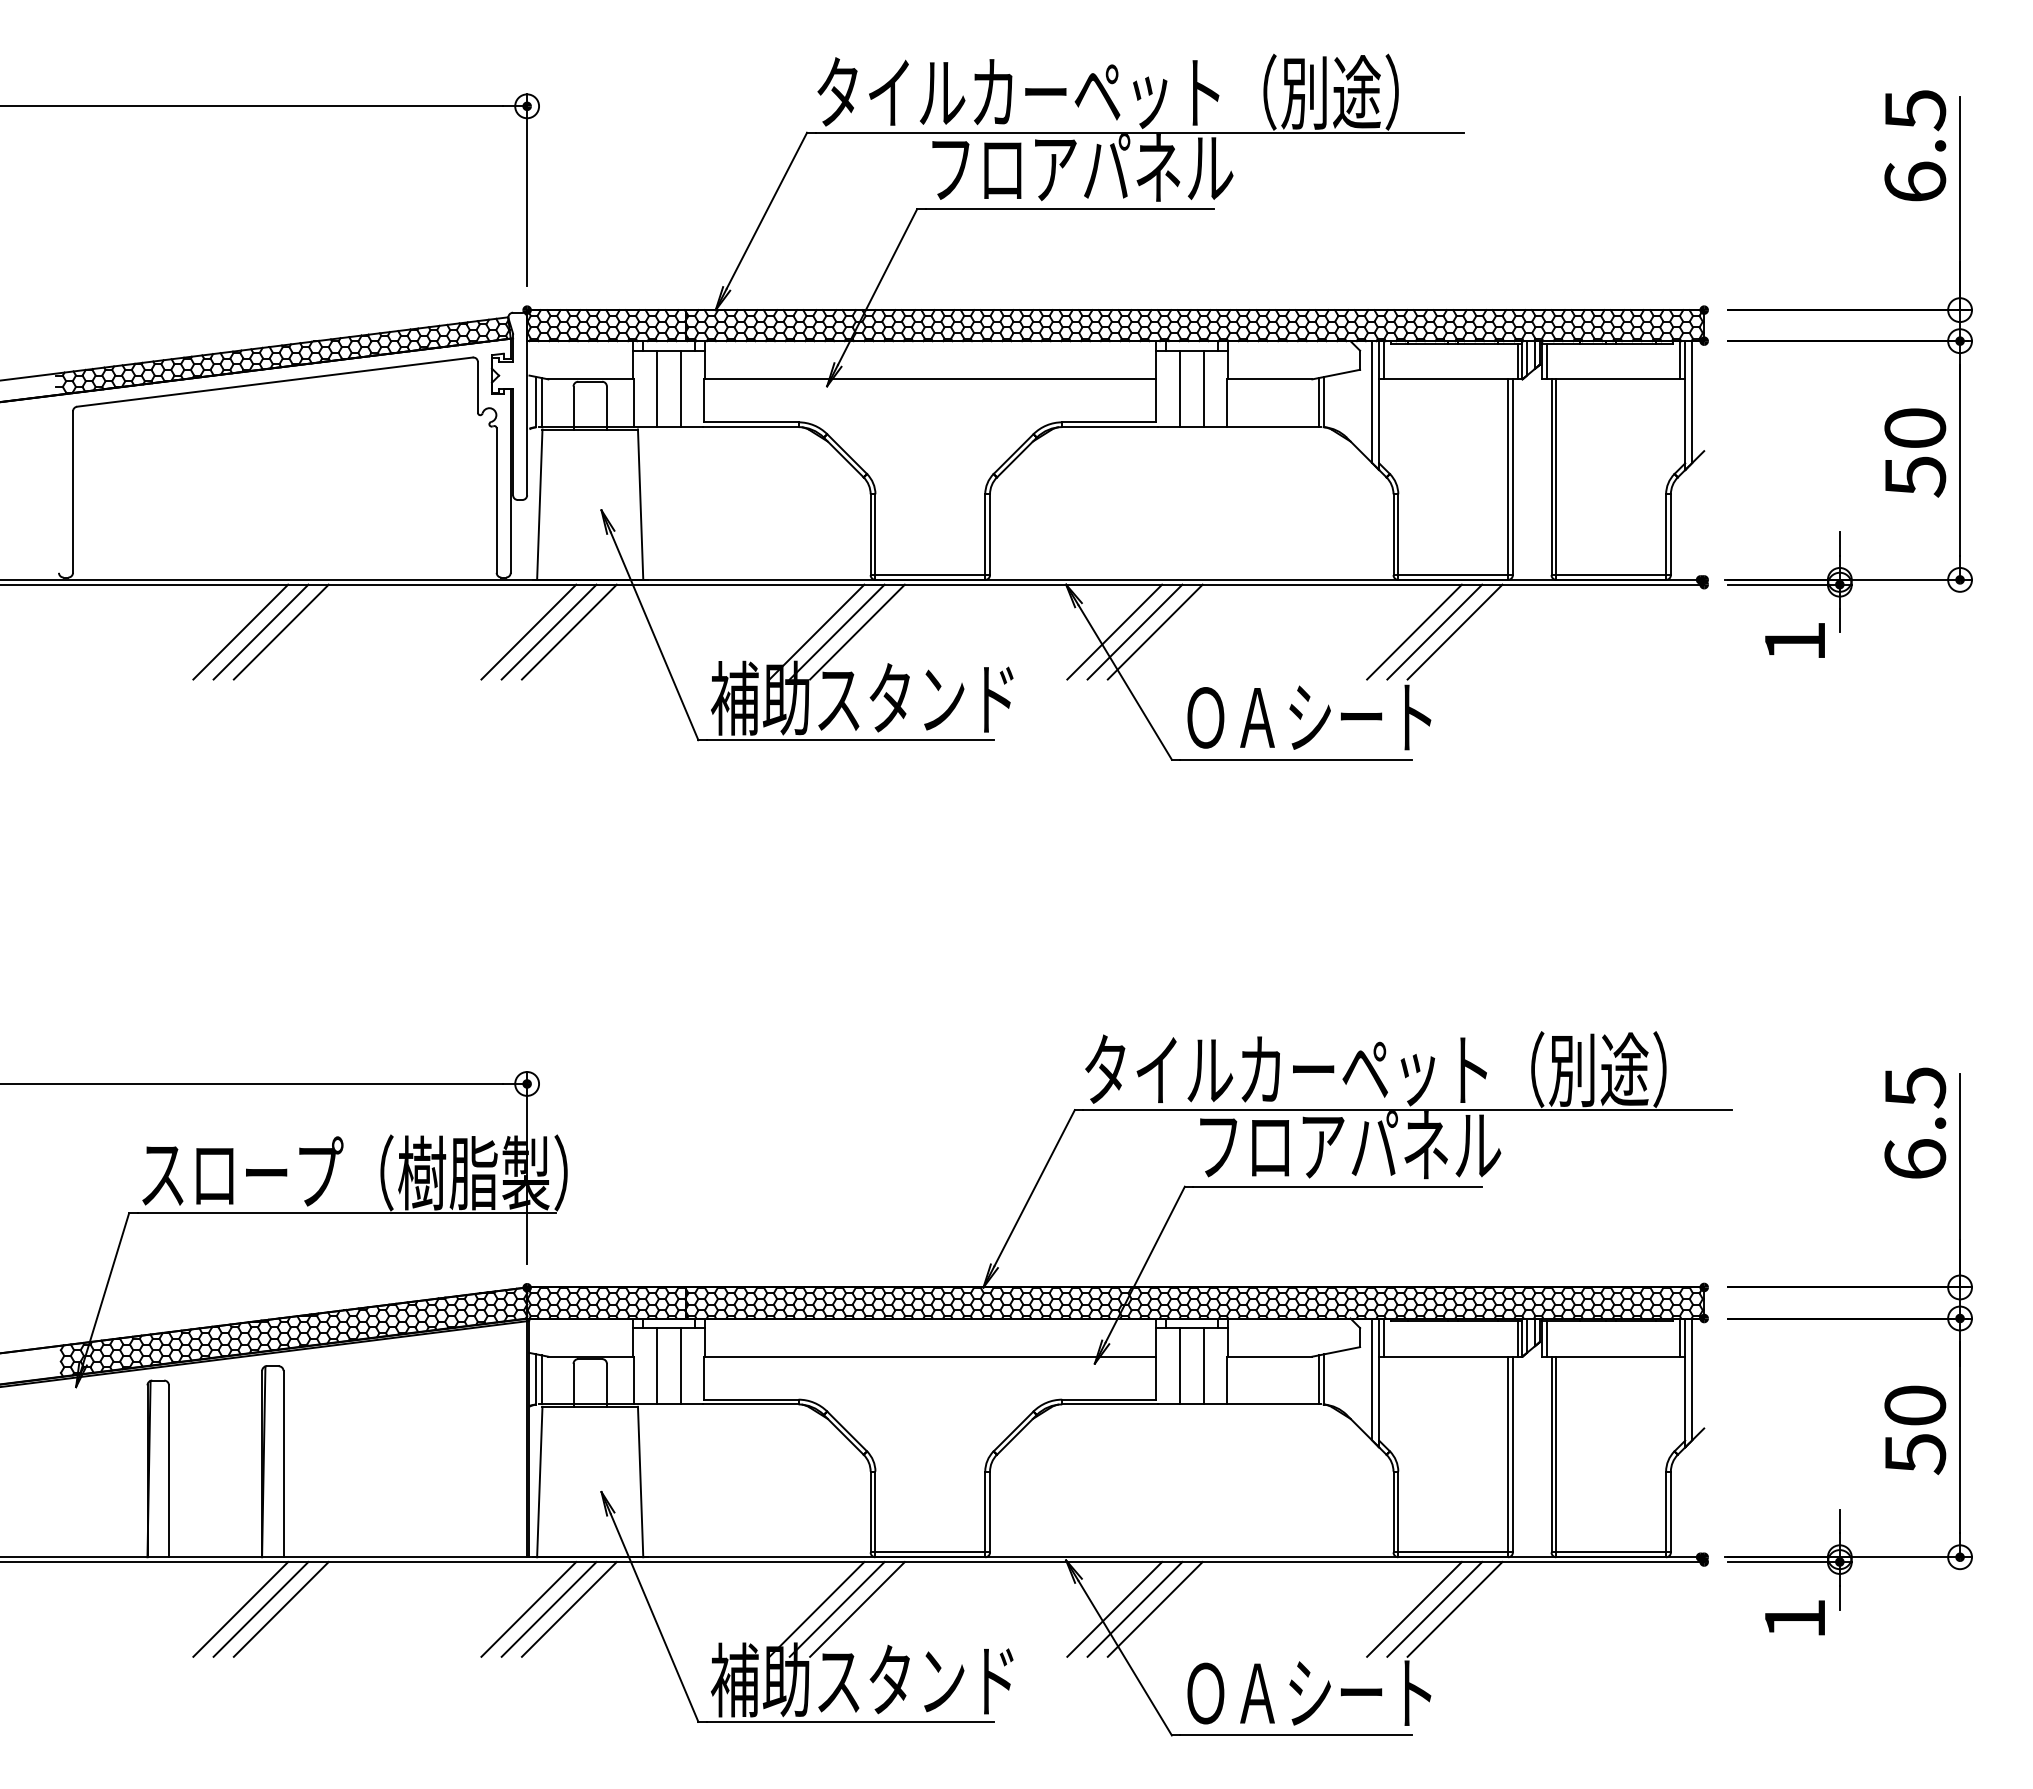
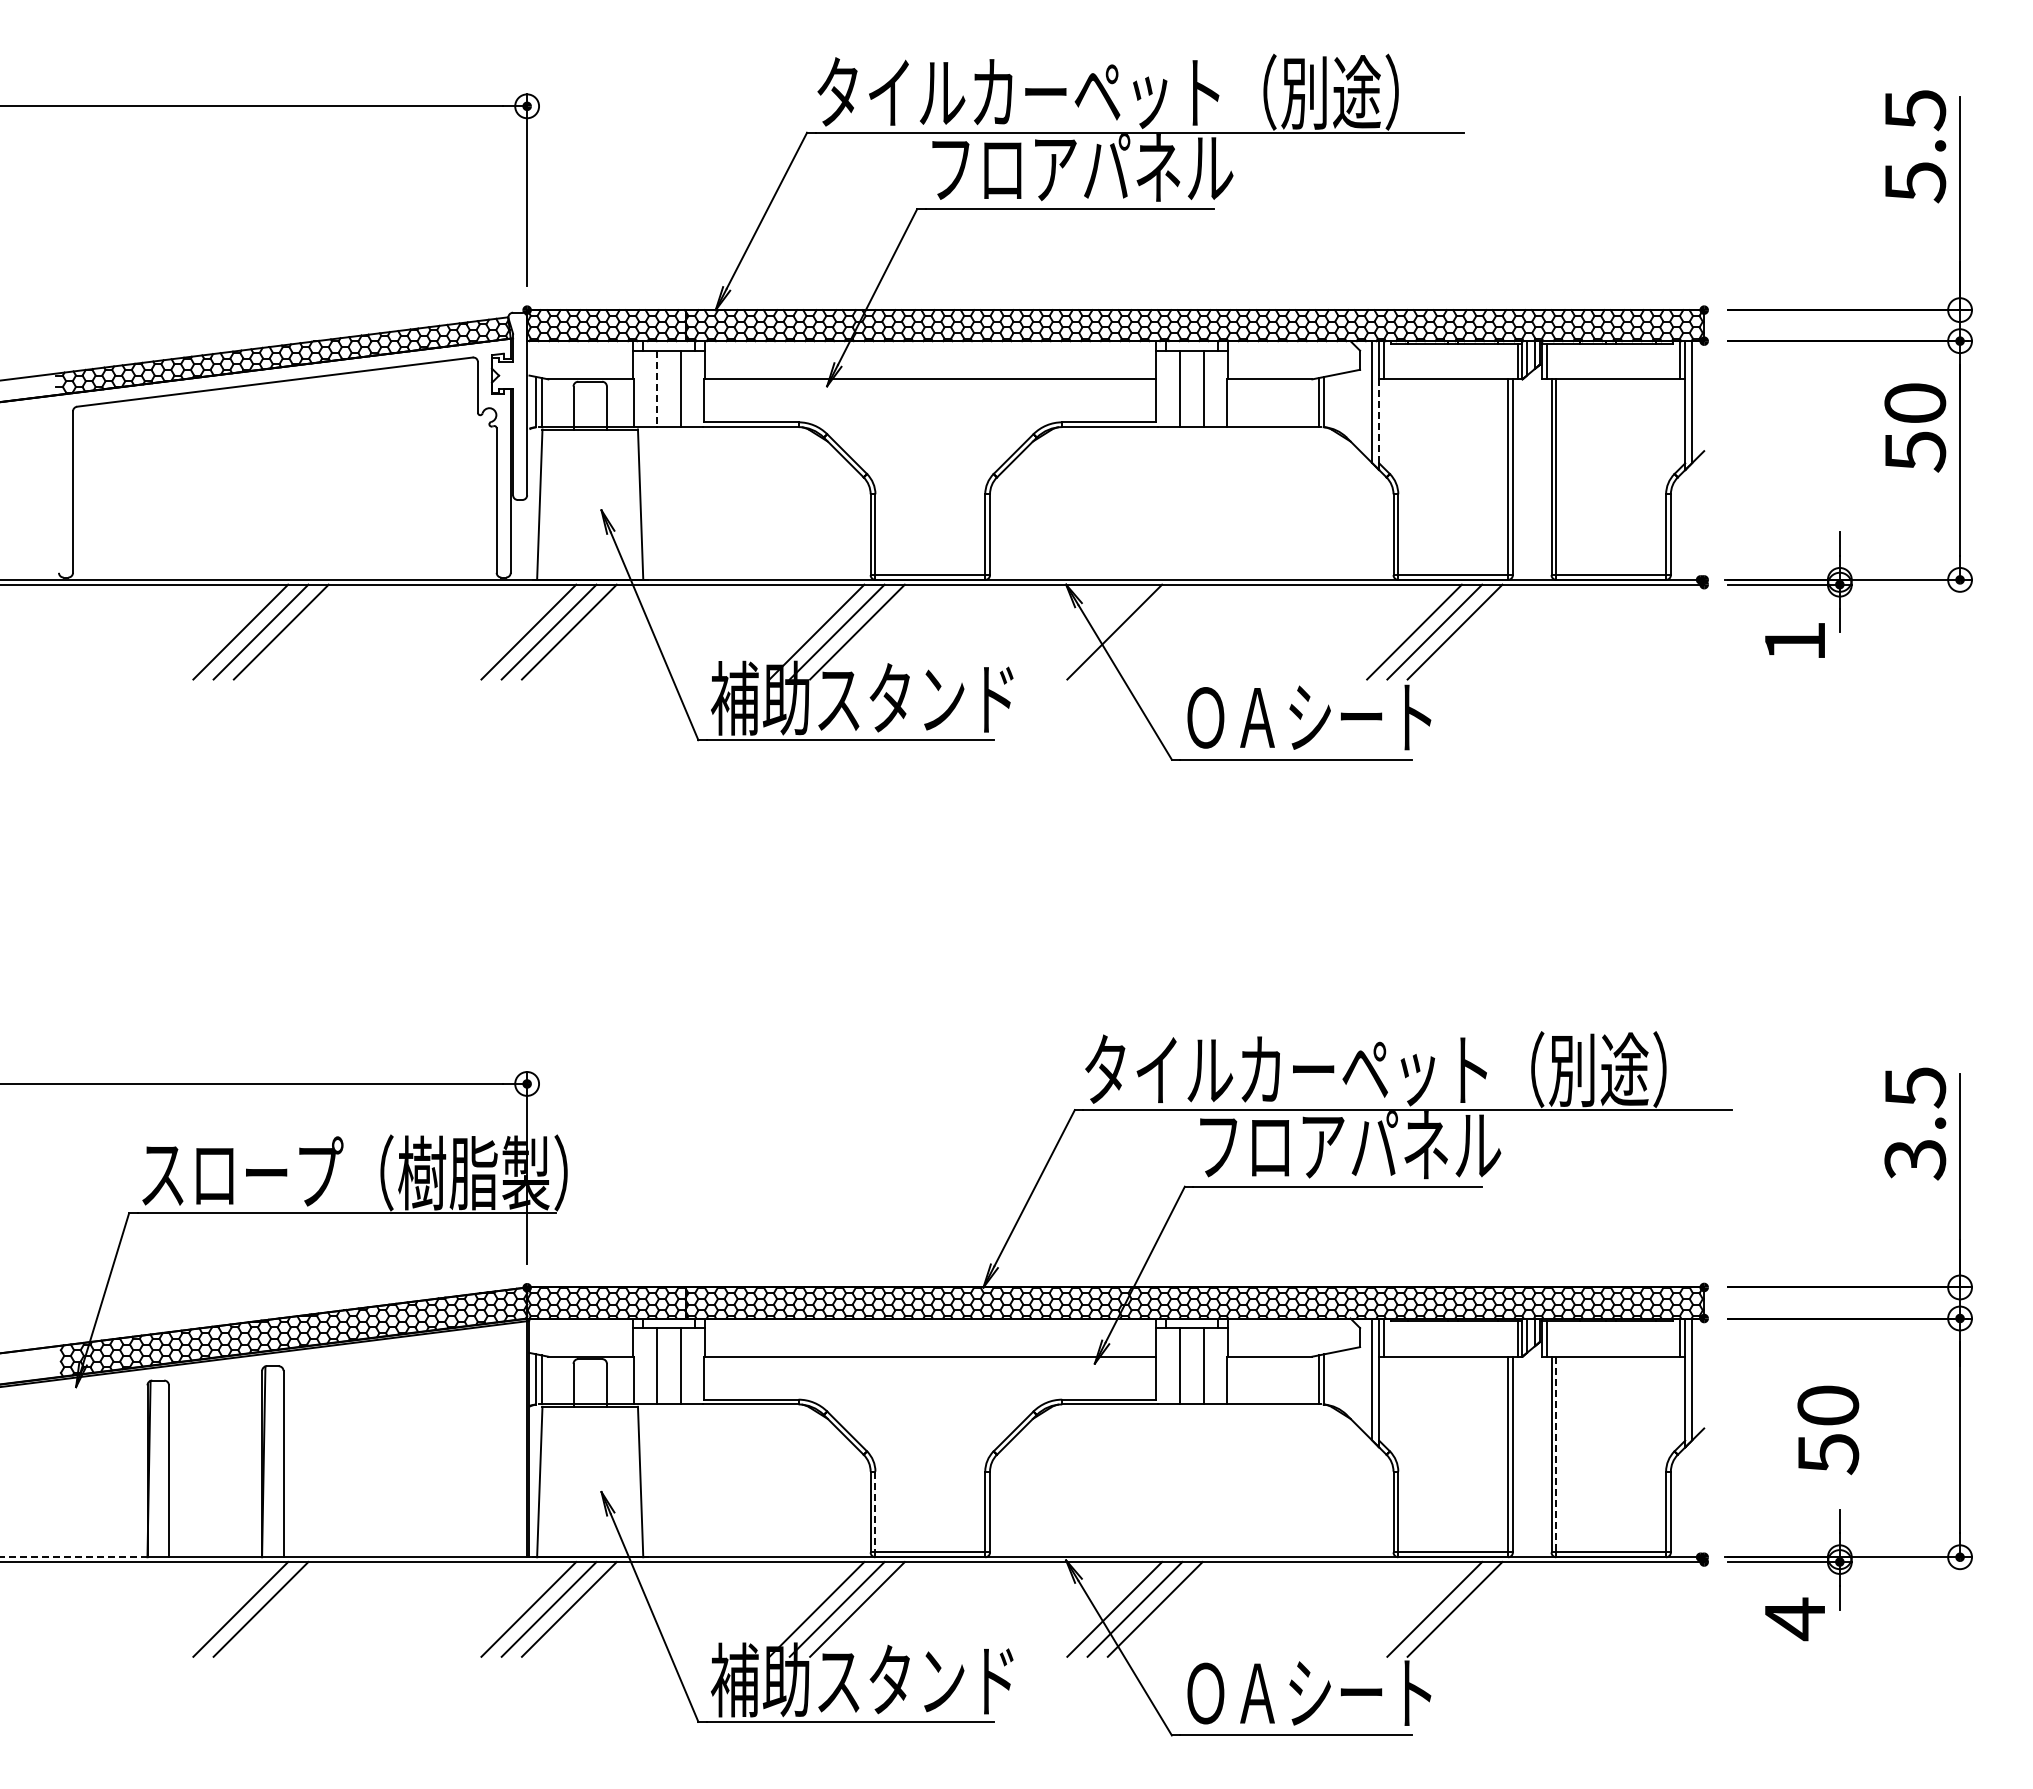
text at (1915, 182): 6.5 -> 5.5
line at (656, 389): solid -> dashed
line at (1379, 421): solid -> dashed
text at (1915, 452) position: (1915, 452) -> (1915, 427)
line at (1134, 631): present -> none
line at (1154, 631): present -> none
text at (1915, 1159): 6.5 -> 3.5
text at (1915, 1430) position: (1915, 1430) -> (1828, 1430)
line at (1556, 1454): solid -> dashed
line at (875, 1512): solid -> dashed
line at (73, 1557): solid -> dashed
line at (280, 1609): present -> none
line at (1414, 1609): present -> none
text at (1794, 1619): 1 -> 4
